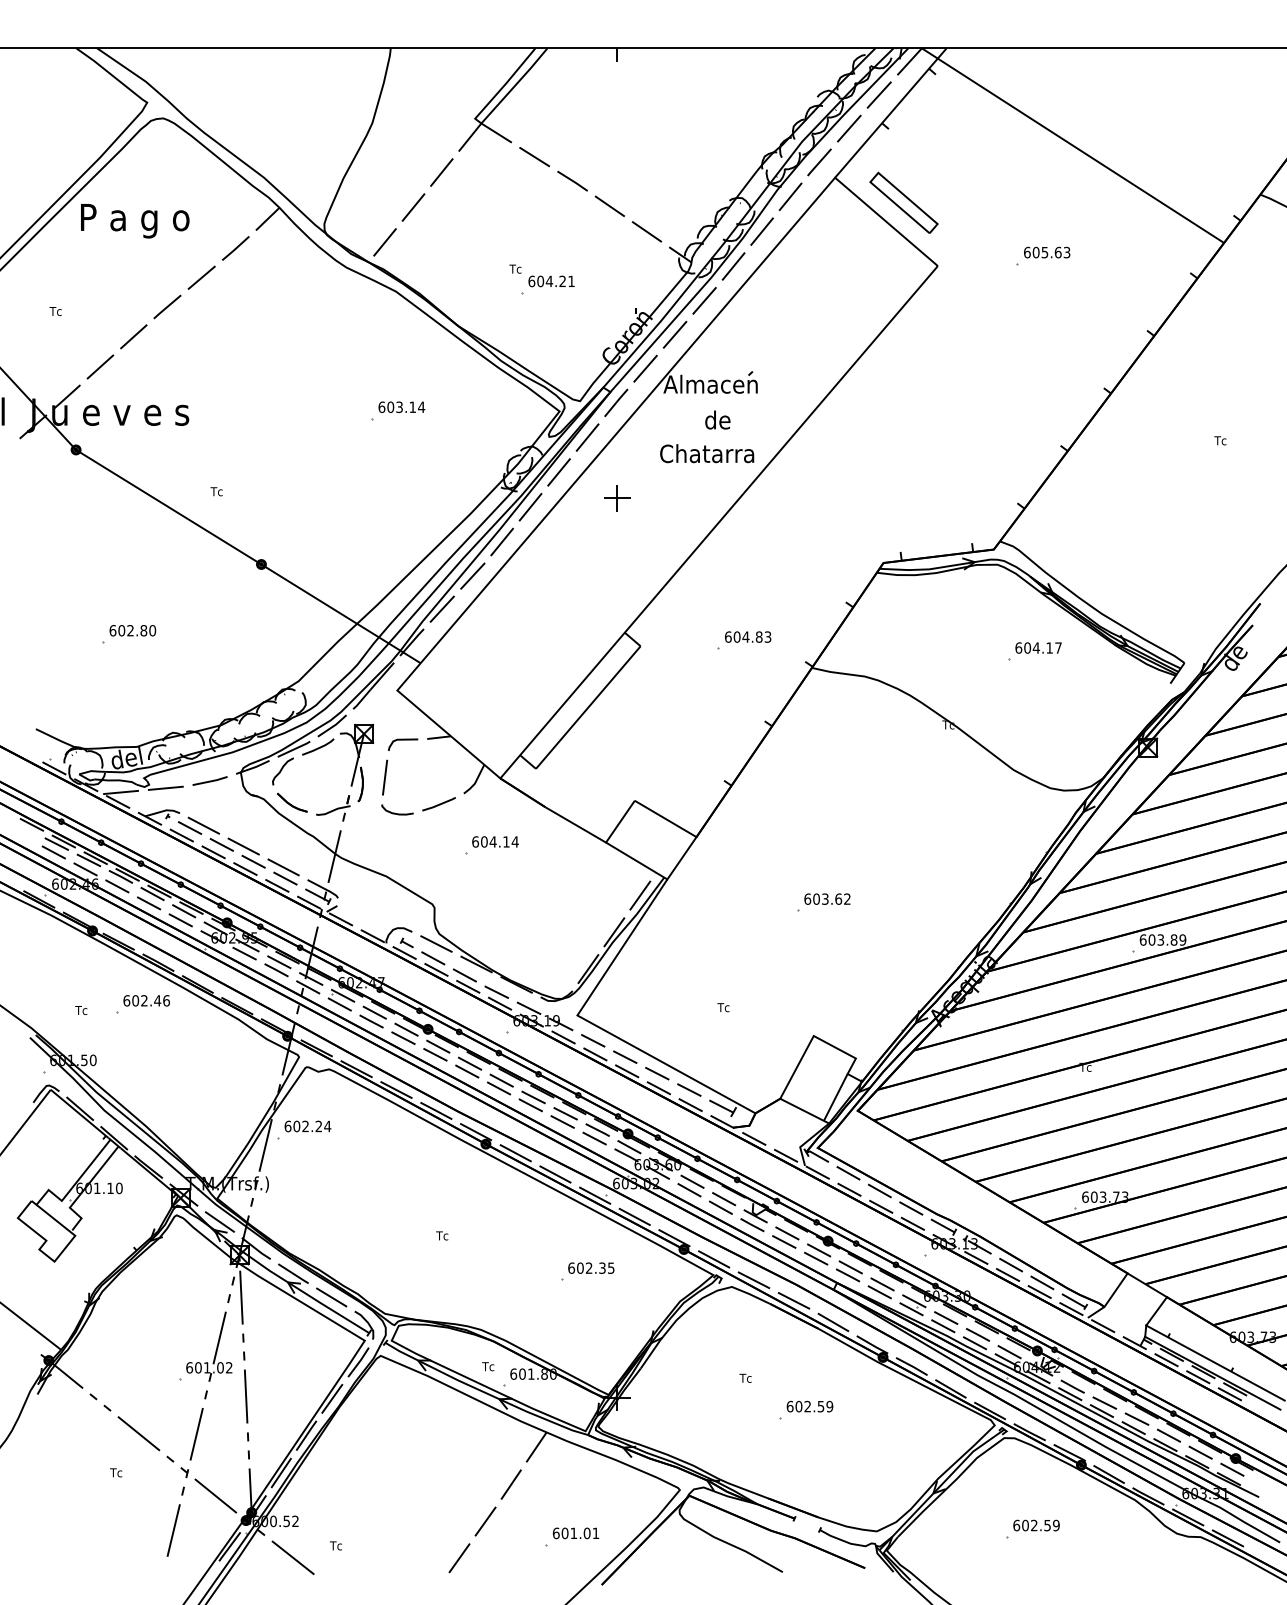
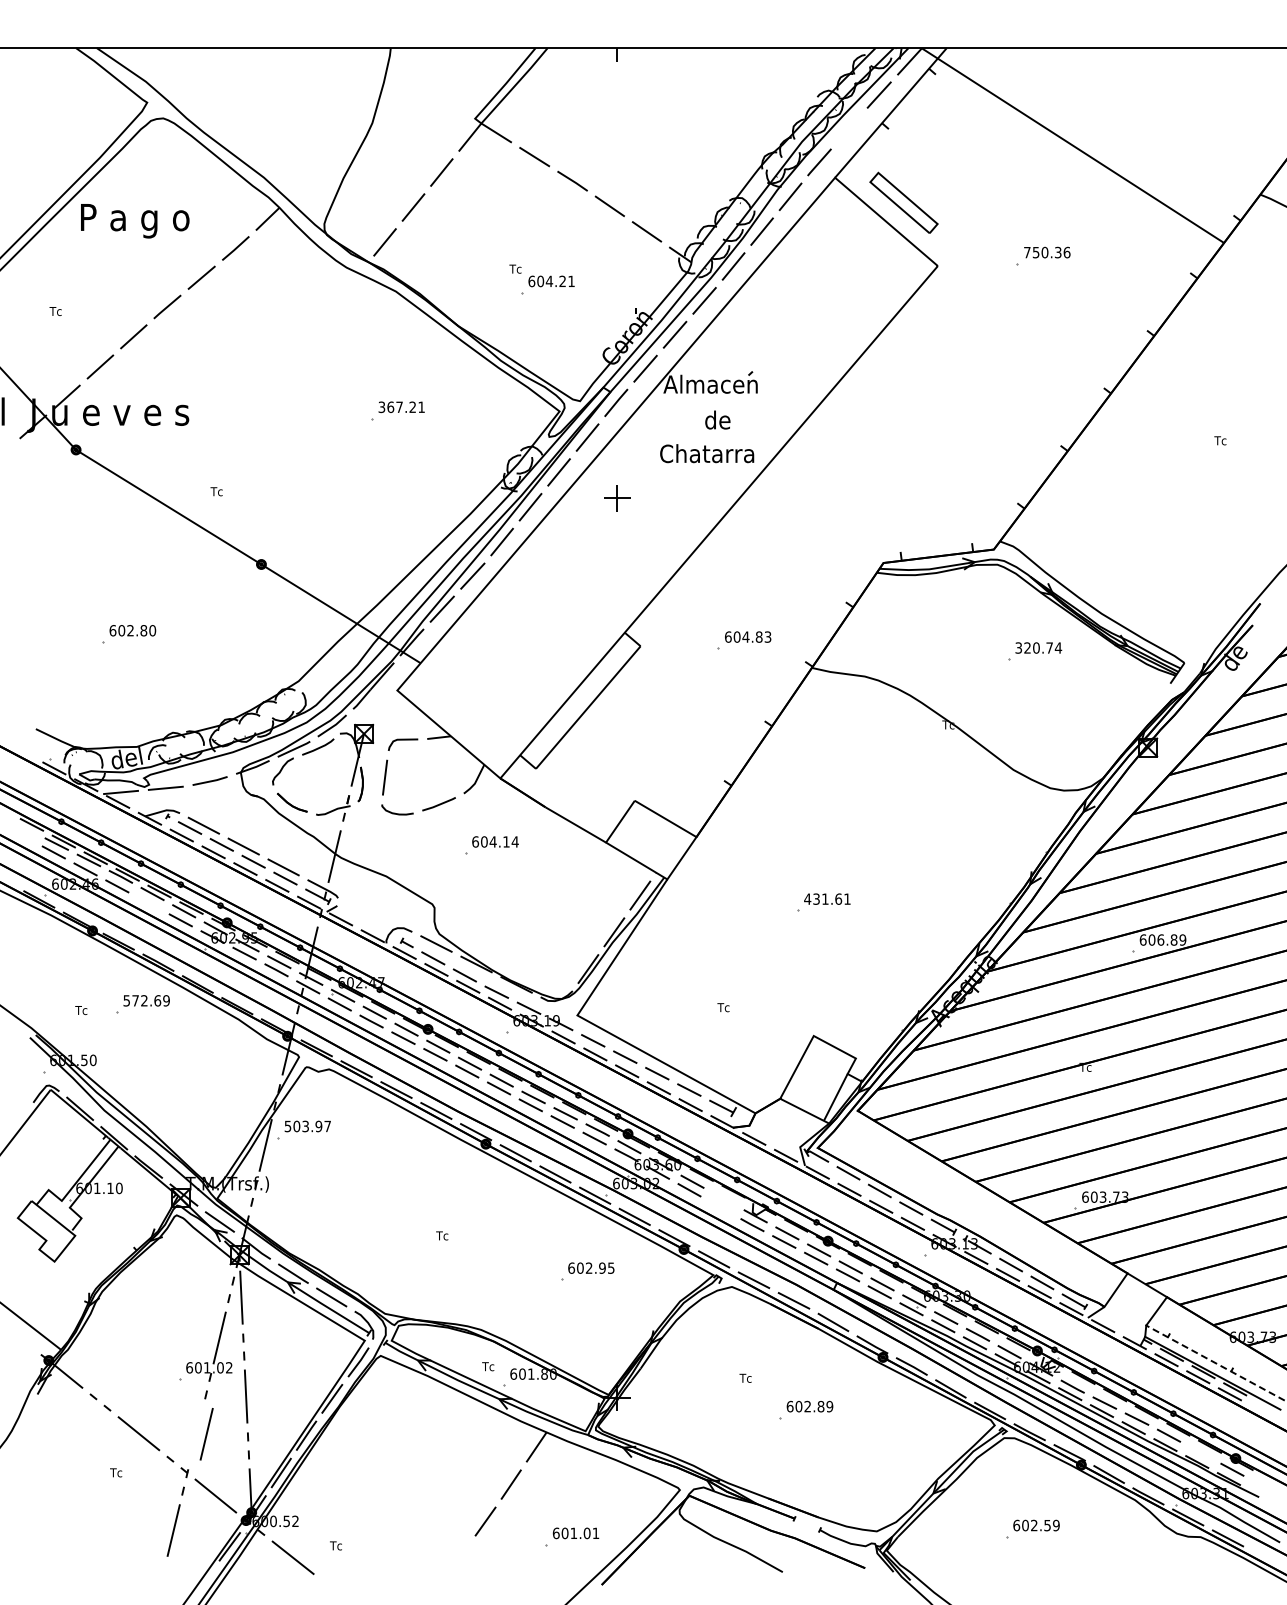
line at (849, 128): present -> none
text at (1047, 252): 605.63 -> 750.36
text at (401, 407): 603.14 -> 367.21
text at (1038, 647): 604.17 -> 320.74
text at (827, 898): 603.62 -> 431.61
line at (148, 903): present -> none
text at (1160, 939): 603.89 -> 606.89
text at (146, 1000): 602.46 -> 572.69
text at (307, 1126): 602.24 -> 503.97
part at (722, 1203): present -> none
text at (602, 1267): 602.35 -> 602.95
line at (1215, 1363): solid -> dashed
text at (820, 1406): 602.59 -> 602.89
line at (196, 1434) position: (196, 1434) -> (206, 1434)
line at (1200, 1452): present -> none
line at (459, 1558): present -> none
